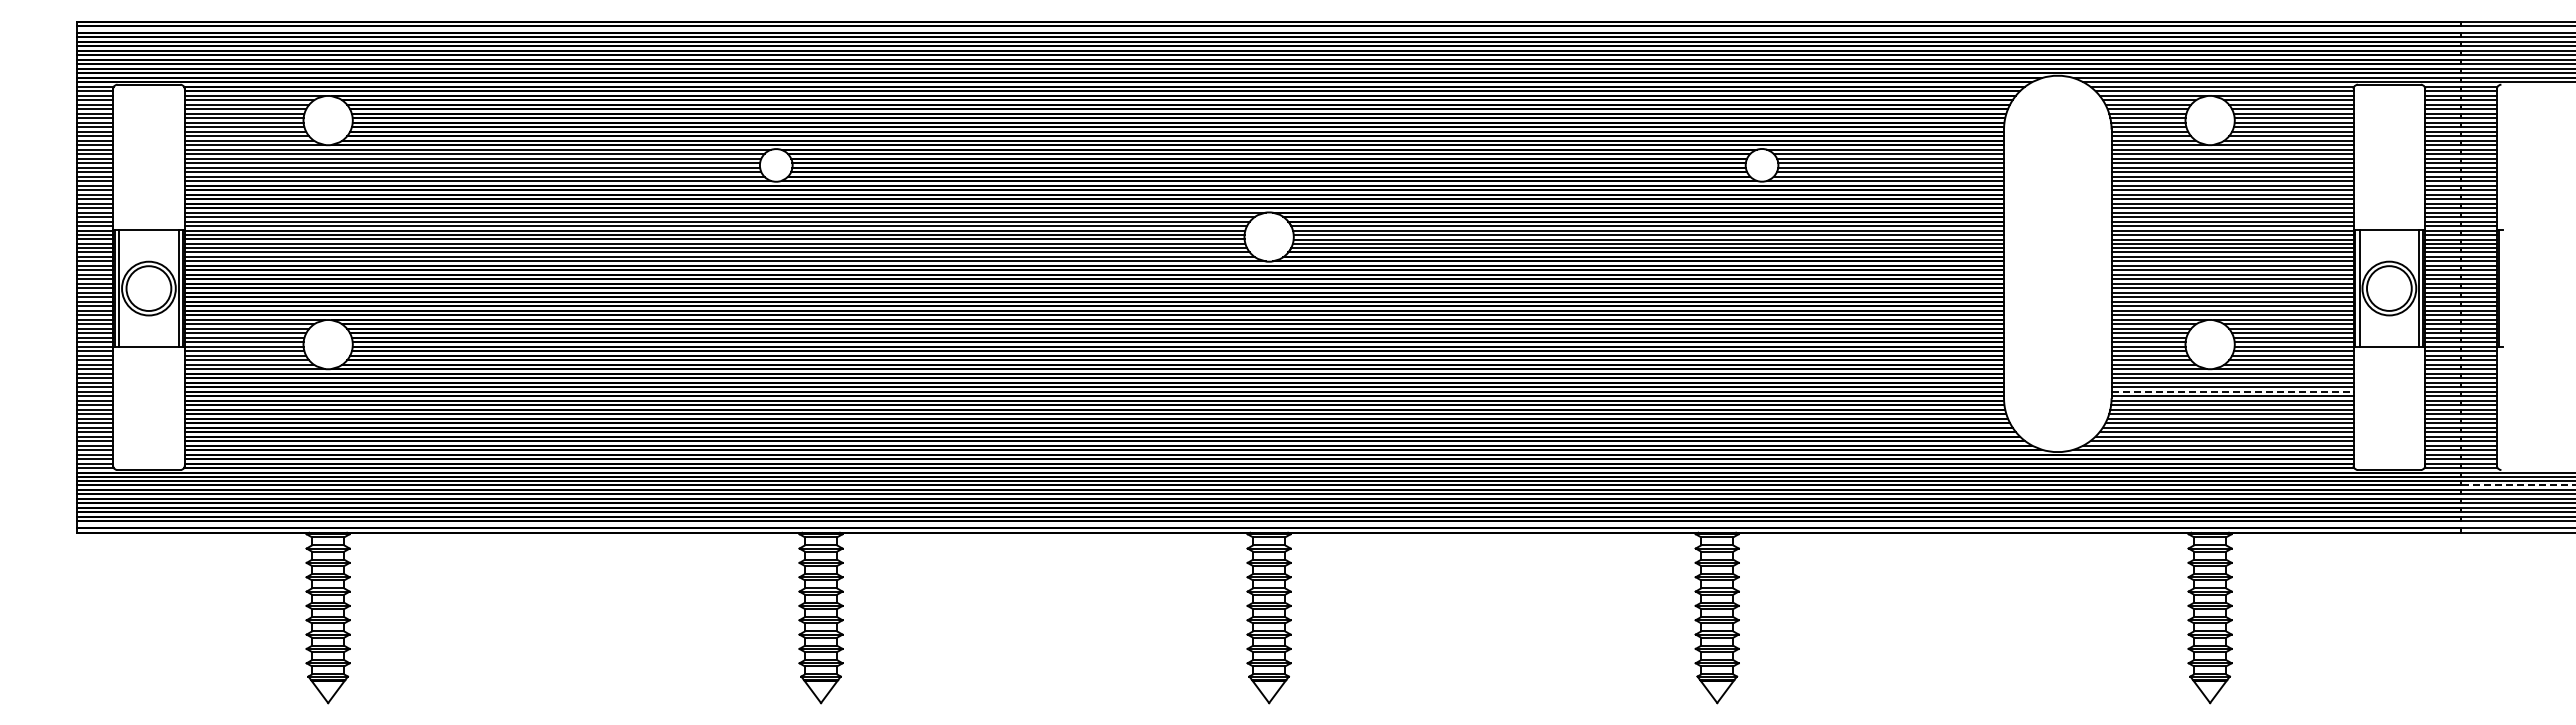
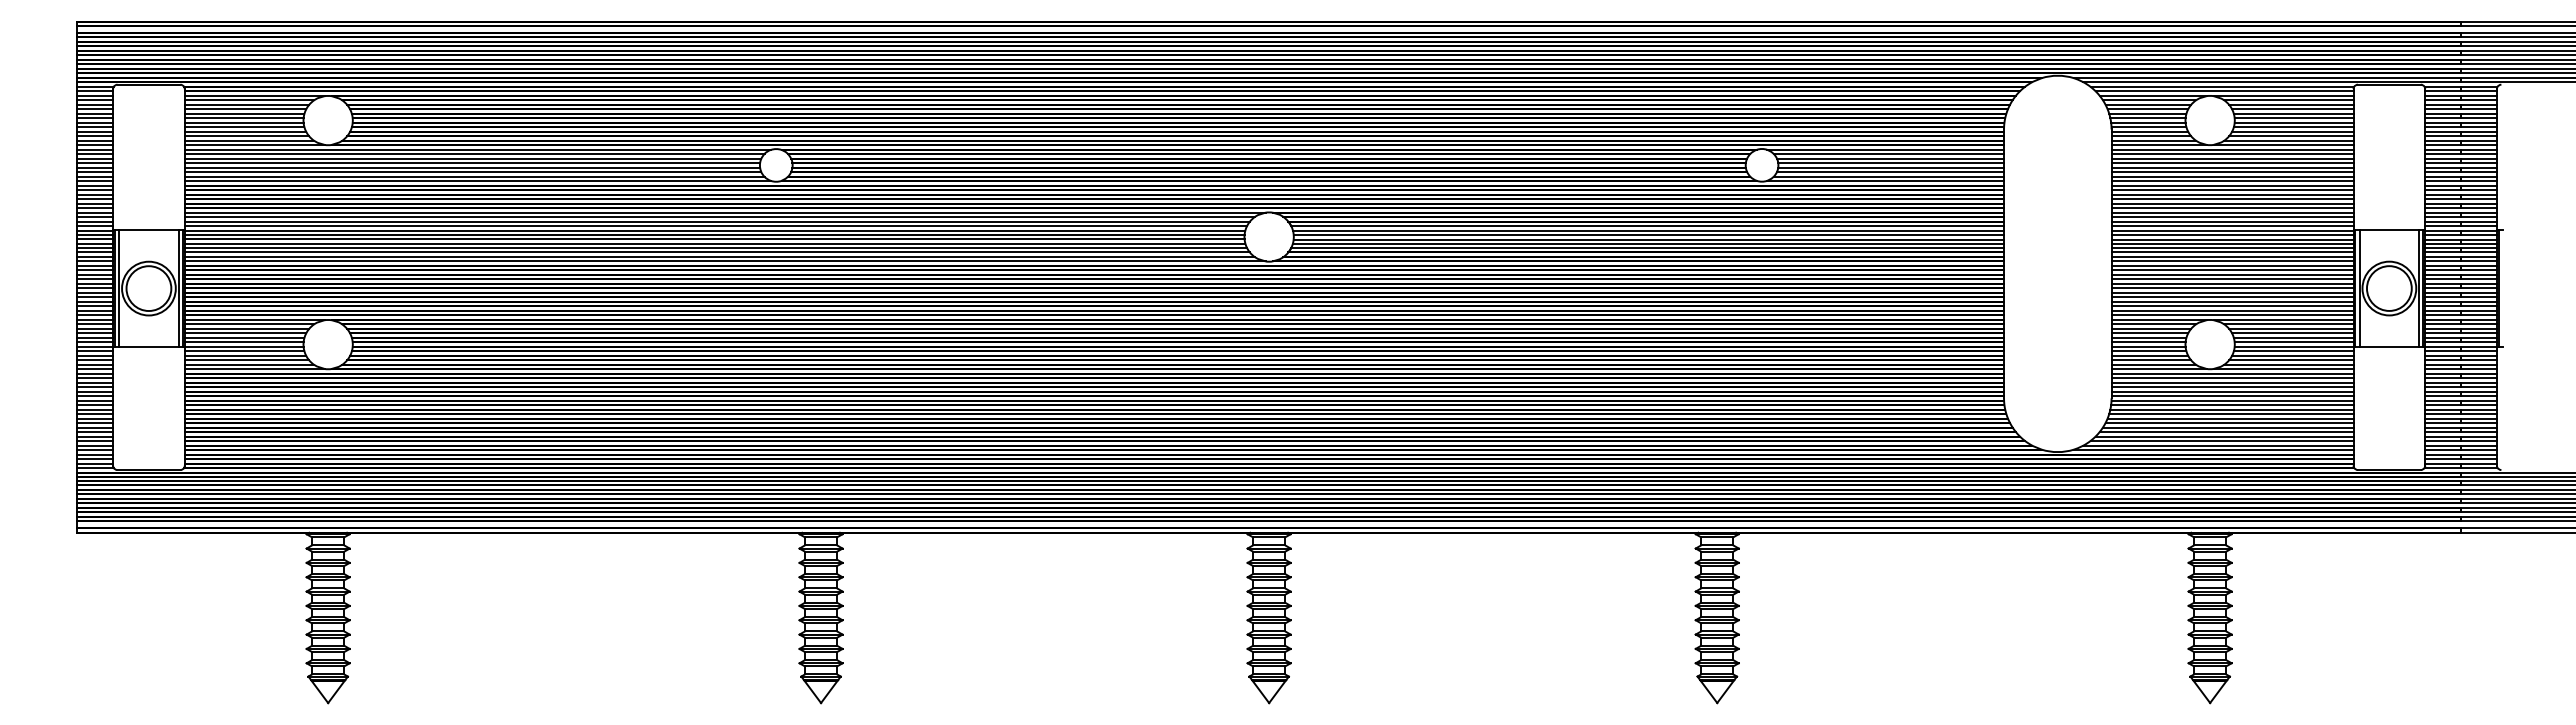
line at (2232, 391): dashed -> solid
line at (2518, 485): dashed -> solid
